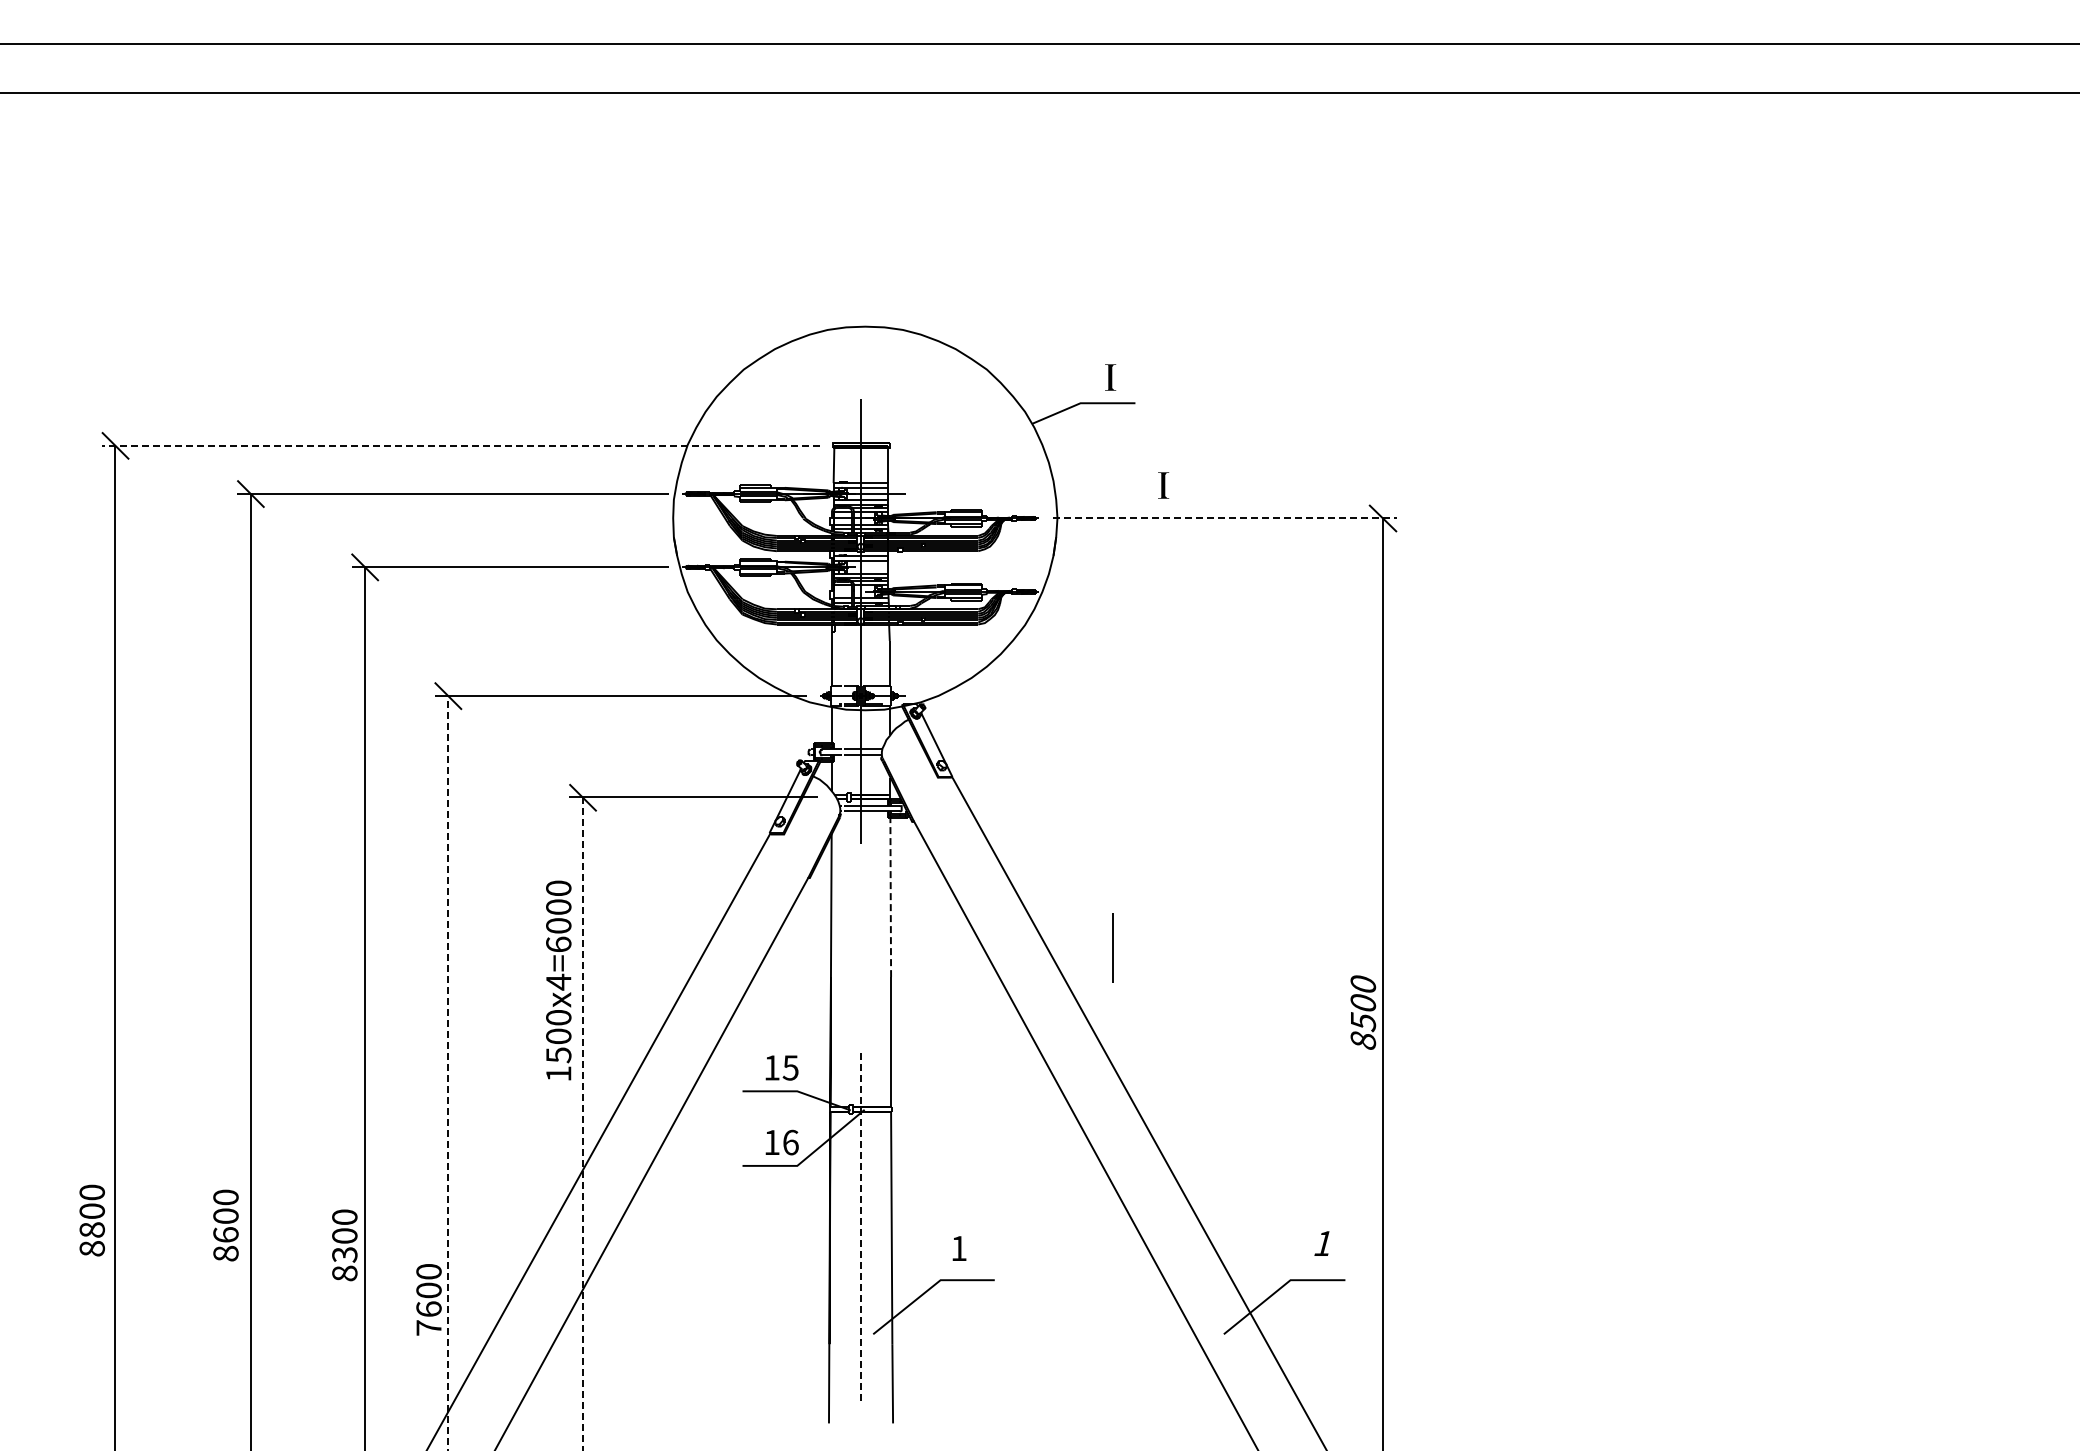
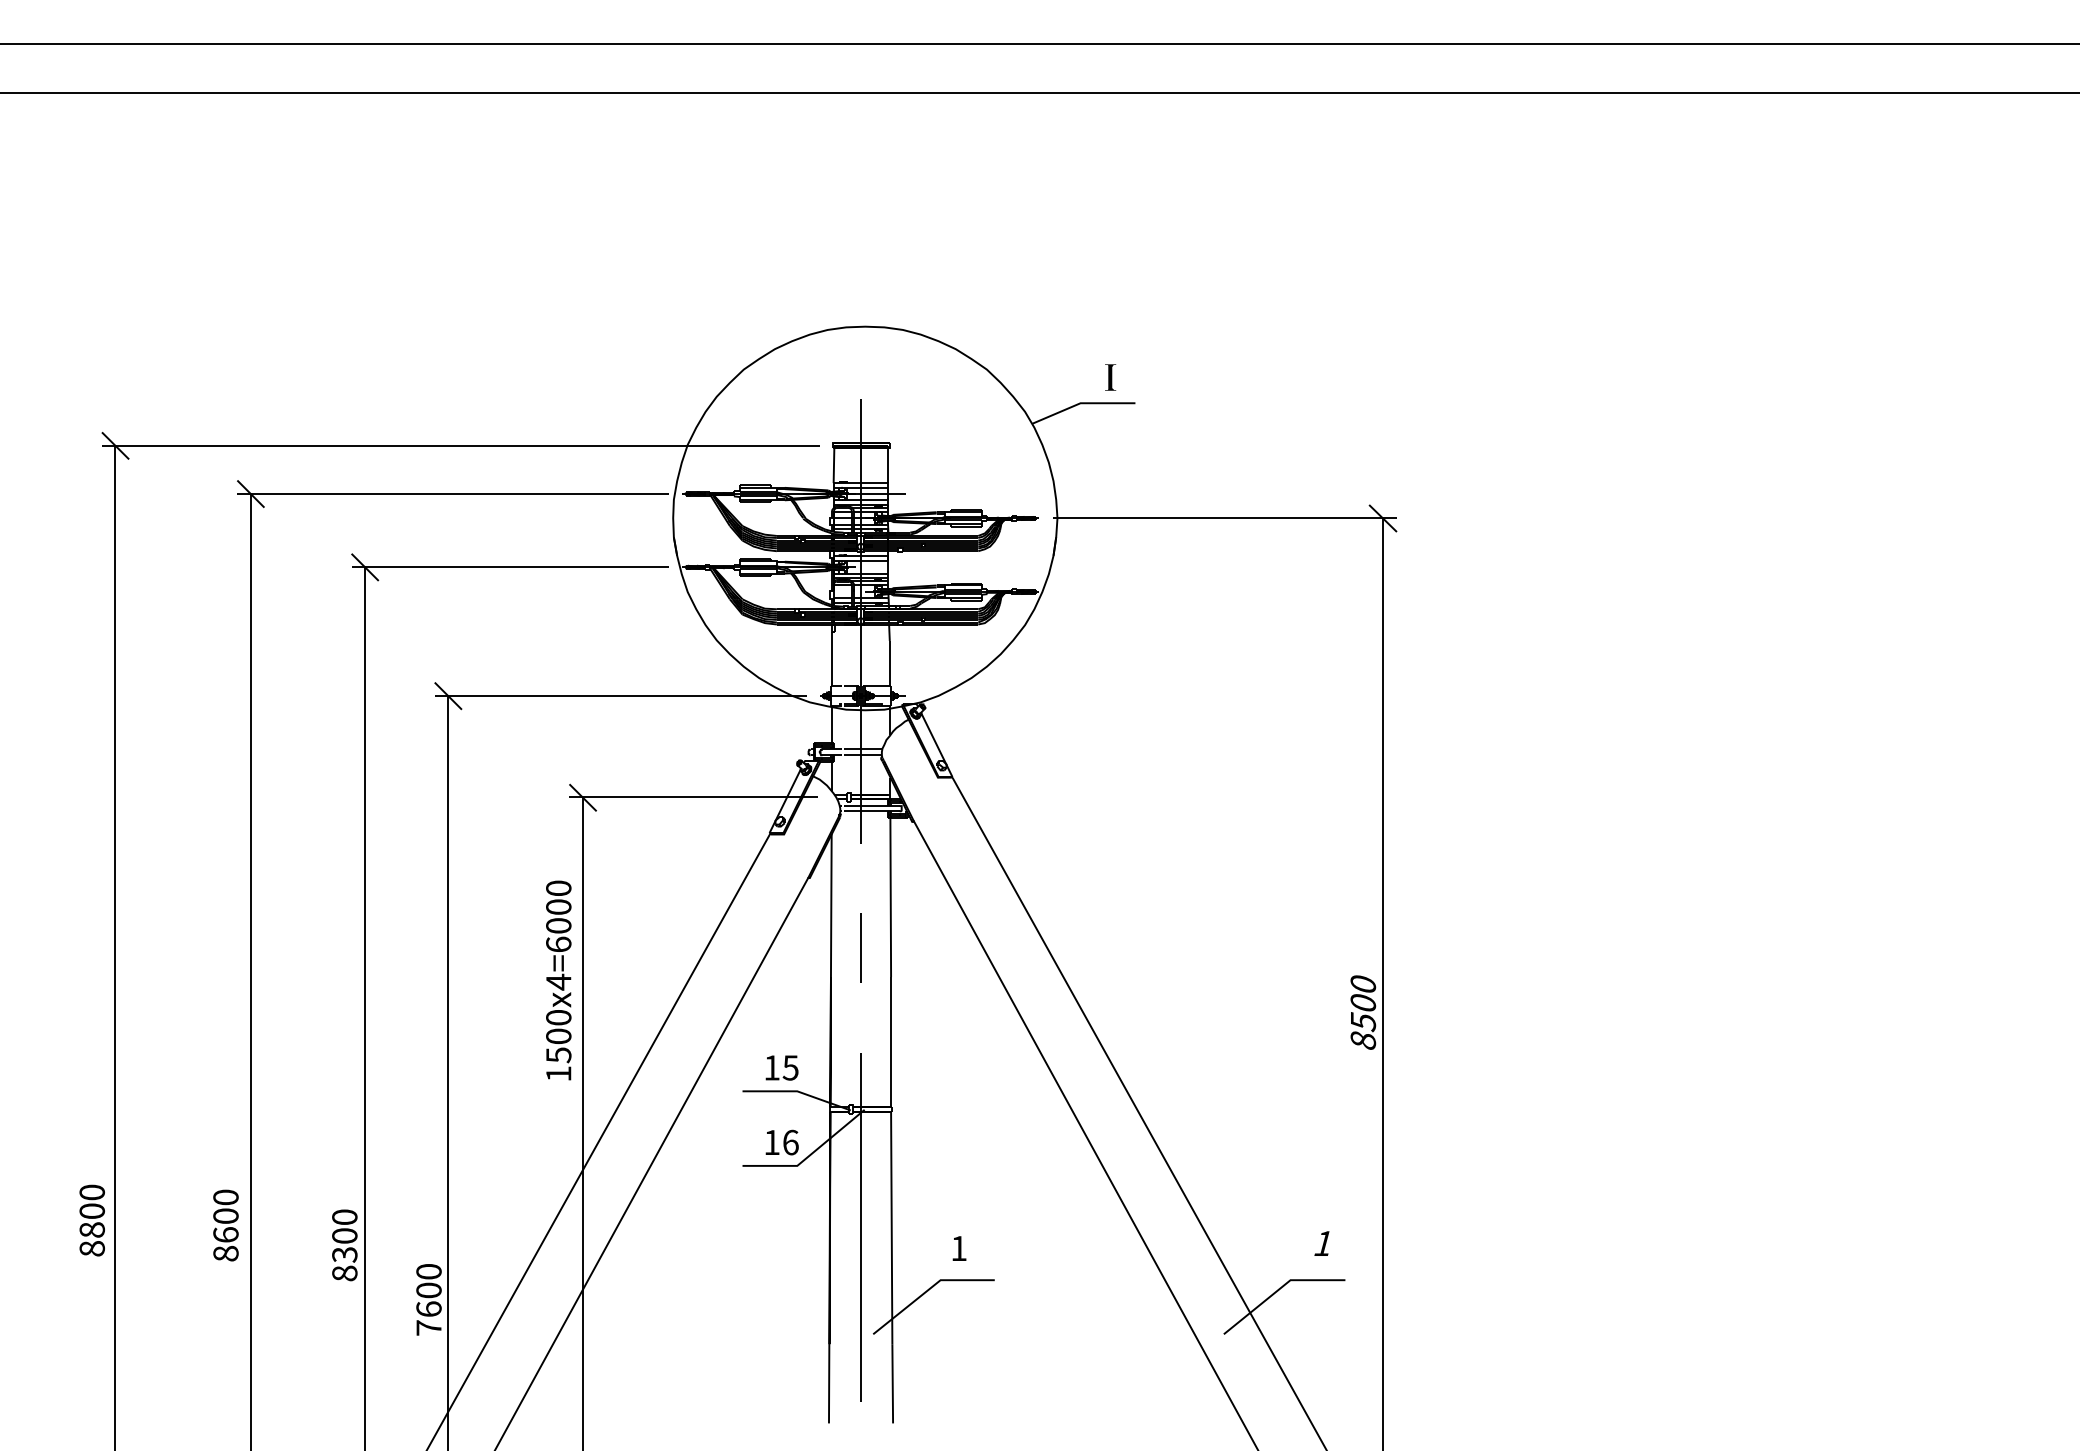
line at (460, 446): dashed -> solid
part at (1163, 485): present -> none
line at (1225, 518): dashed -> solid
line at (890, 897): dashed -> solid
line at (1112, 947) position: (1112, 947) -> (860, 947)
line at (448, 1072): dashed -> solid
line at (583, 1124): dashed -> solid
line at (860, 1227): dashed -> solid
